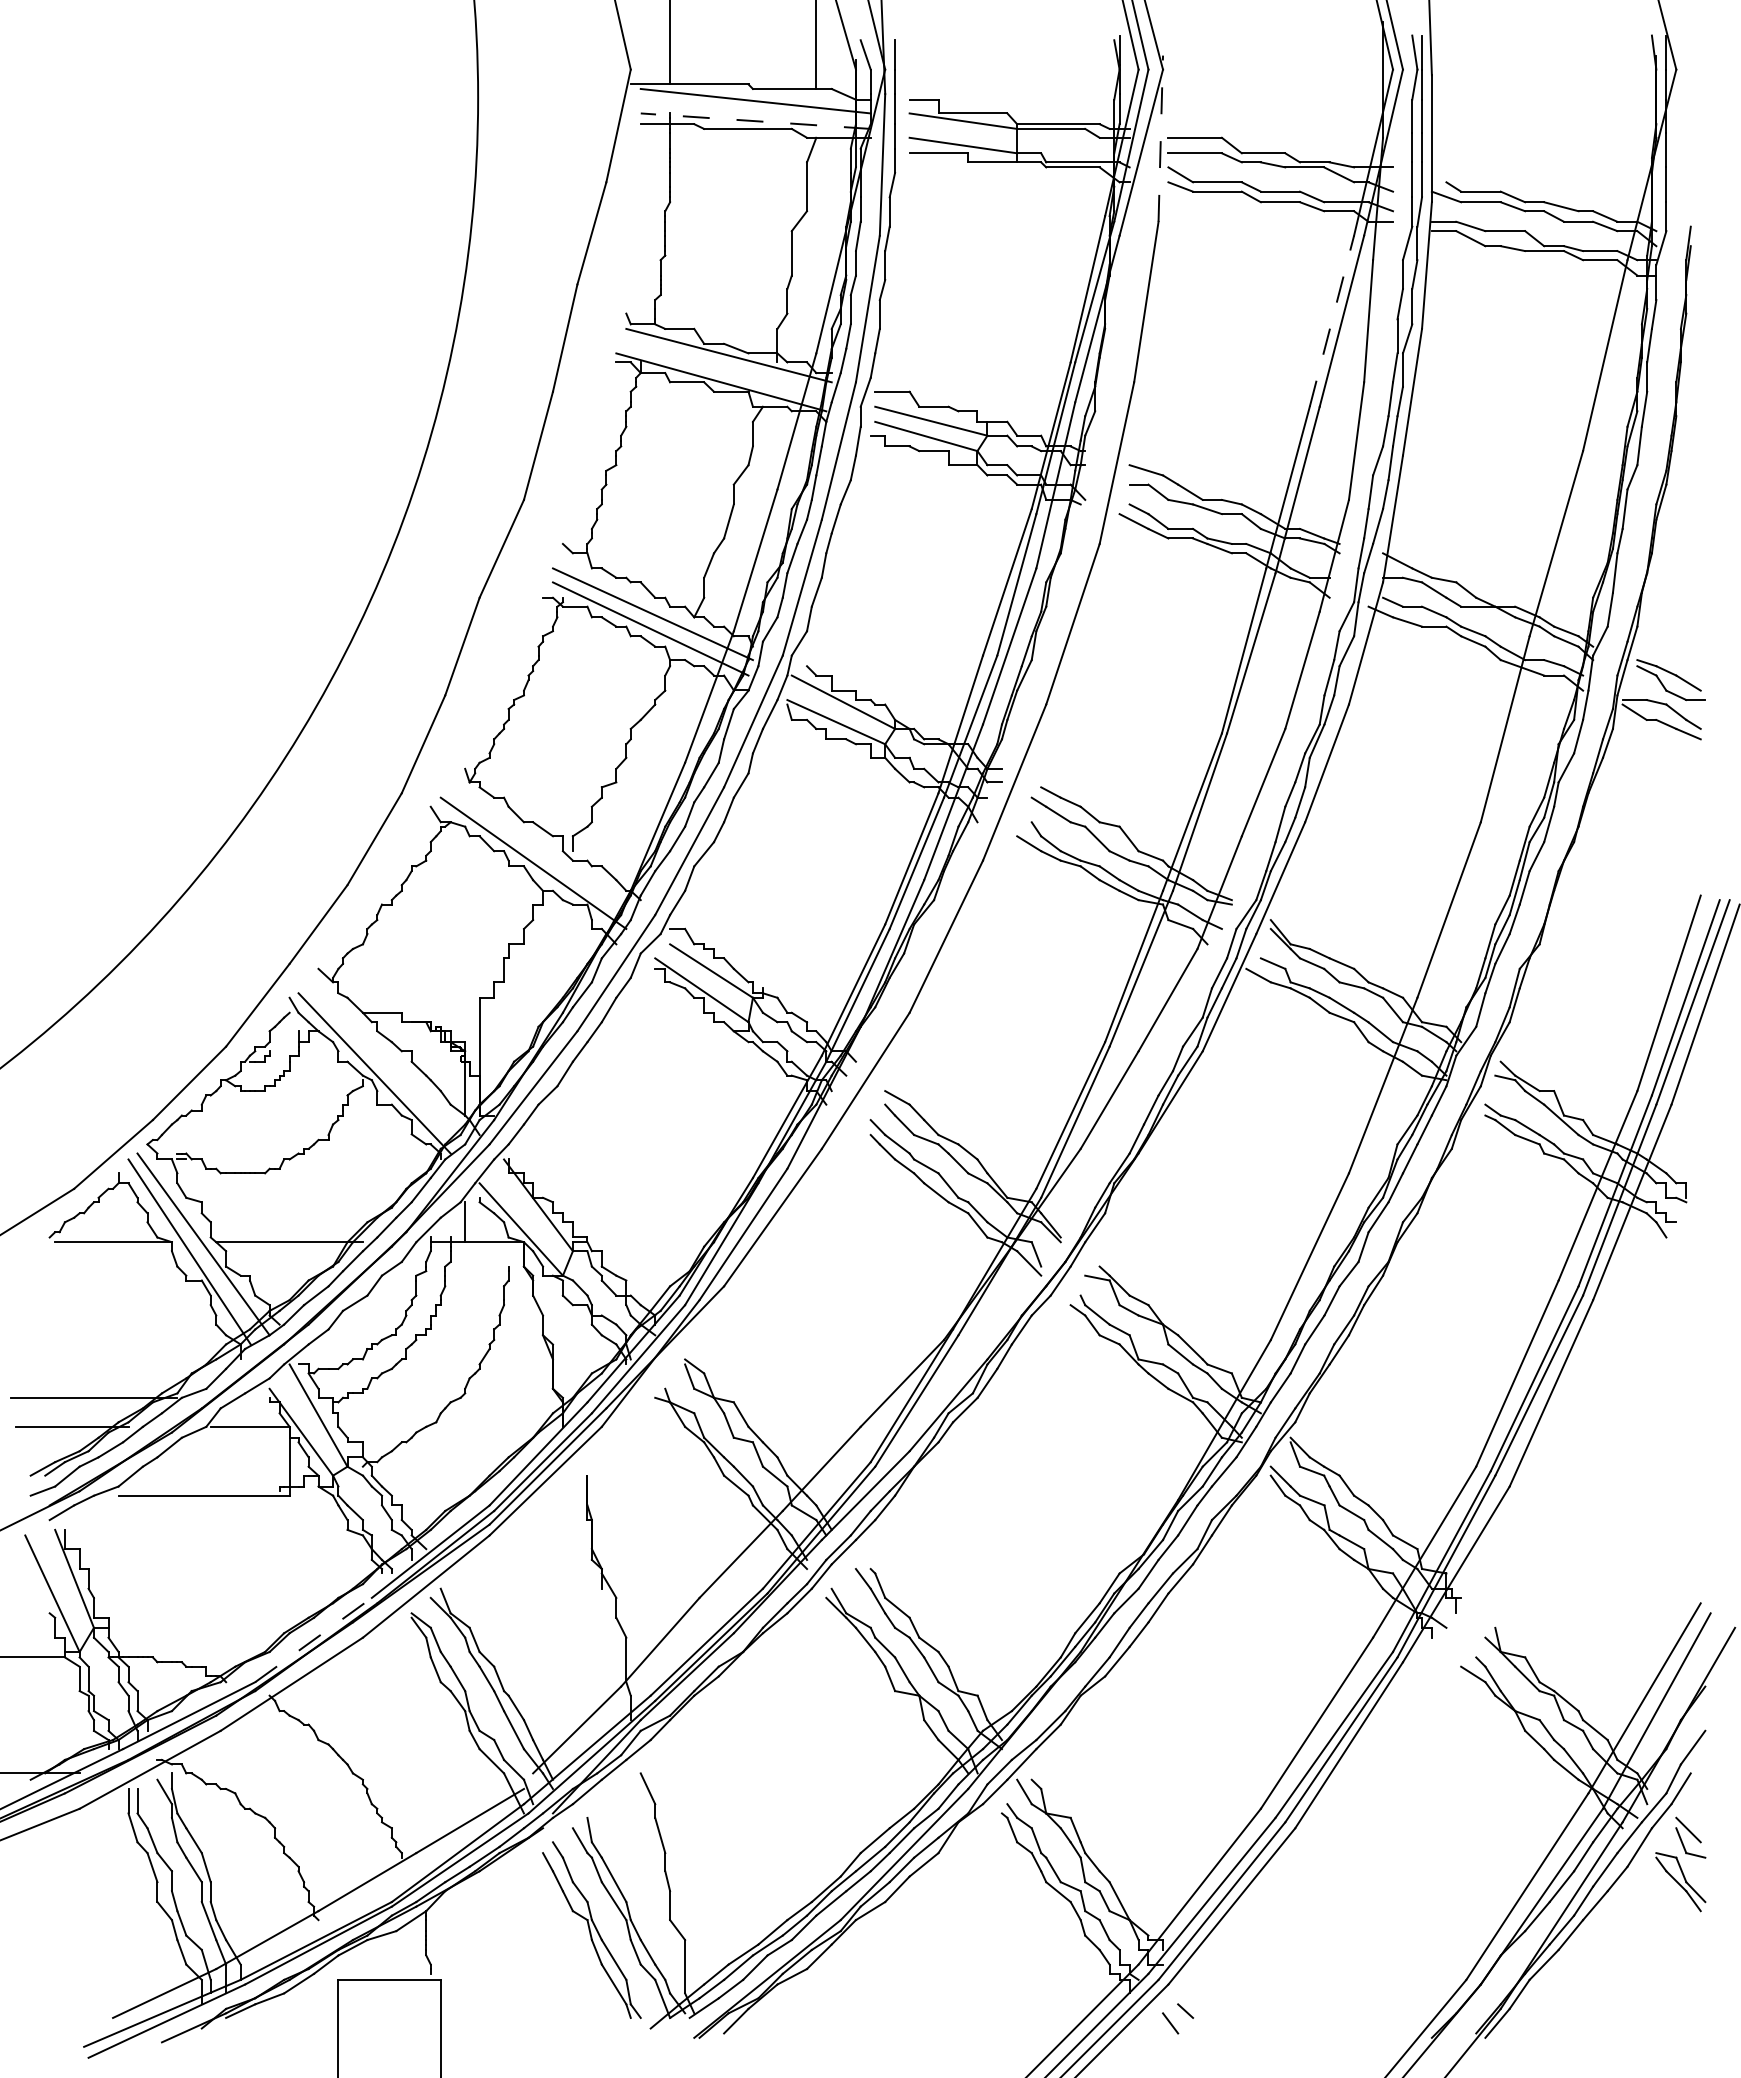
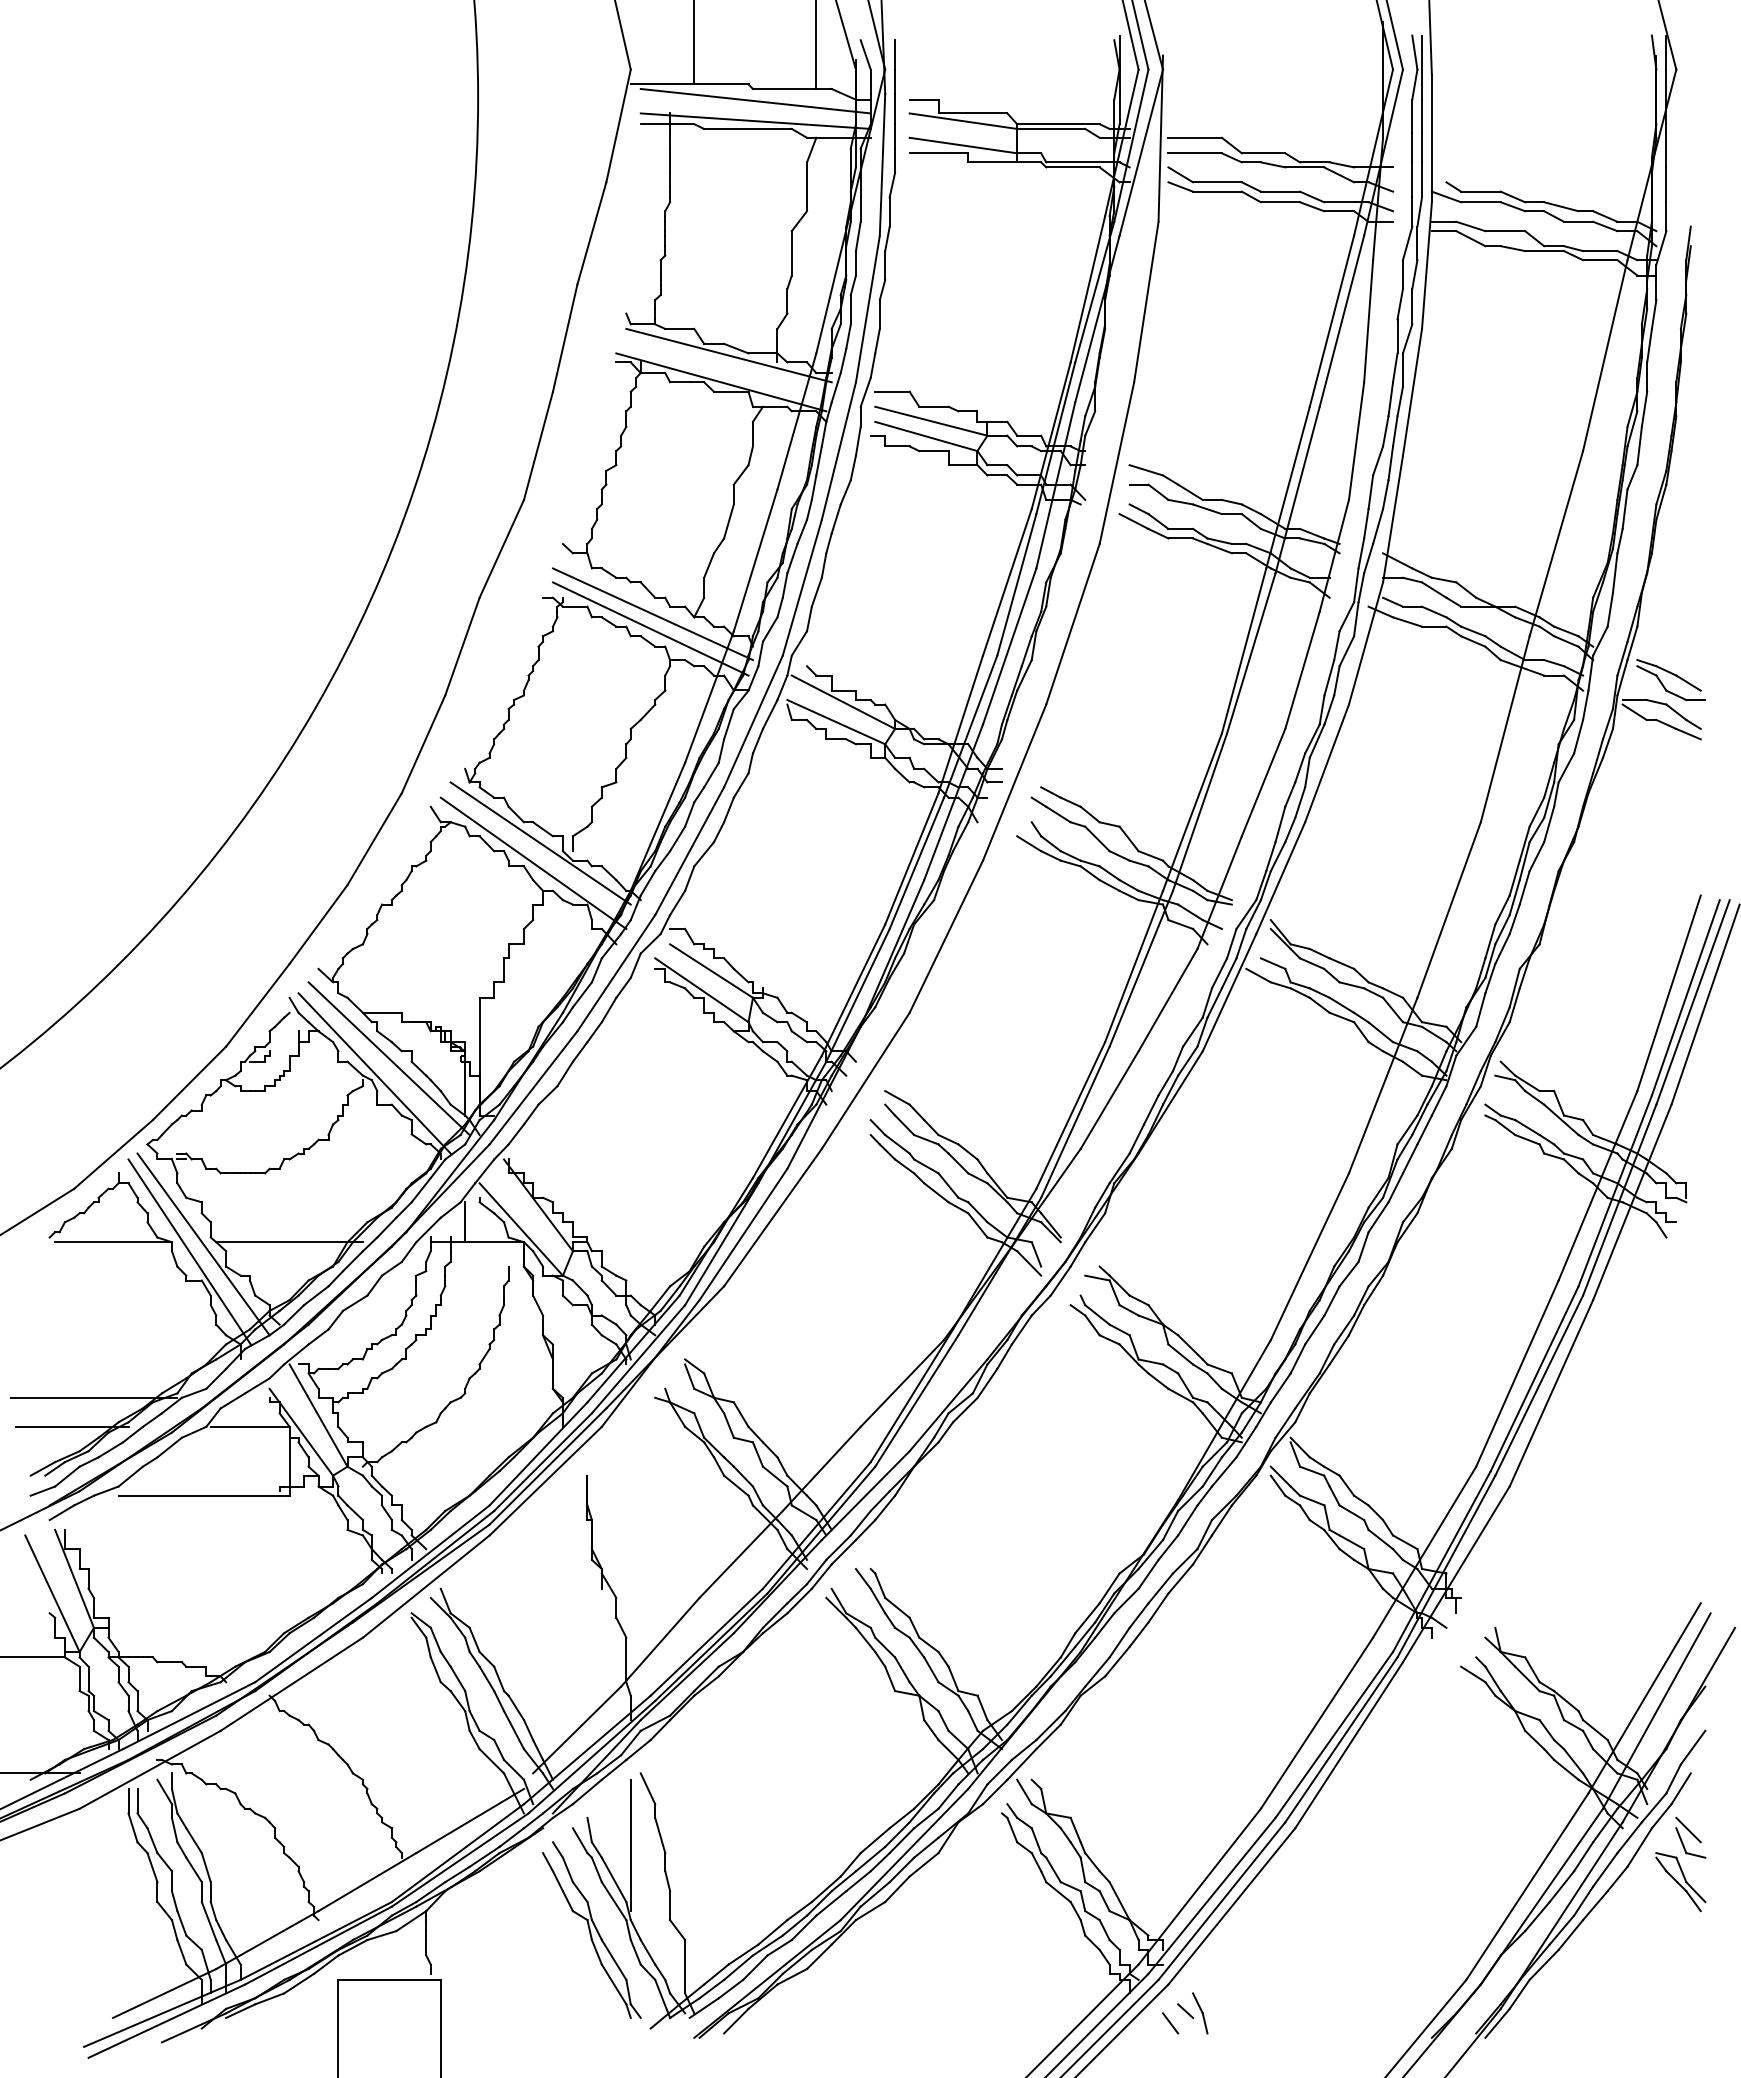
line at (670, 43) position: (670, 43) -> (694, 43)
line at (755, 121): dashed -> solid
line at (1160, 138): dashed -> solid
line at (1332, 320): dashed -> solid
line at (540, 843): none -> present
line at (388, 1058): none -> present
line at (313, 1640): dashed -> solid
line at (630, 1845): none -> present
part at (1200, 2013): none -> present
